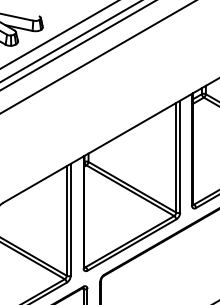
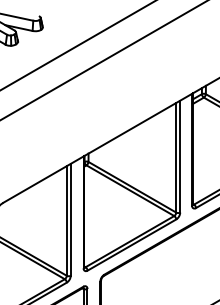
line at (59, 34): present -> none
line at (70, 41): present -> none
line at (97, 57) position: (97, 57) -> (103, 60)
